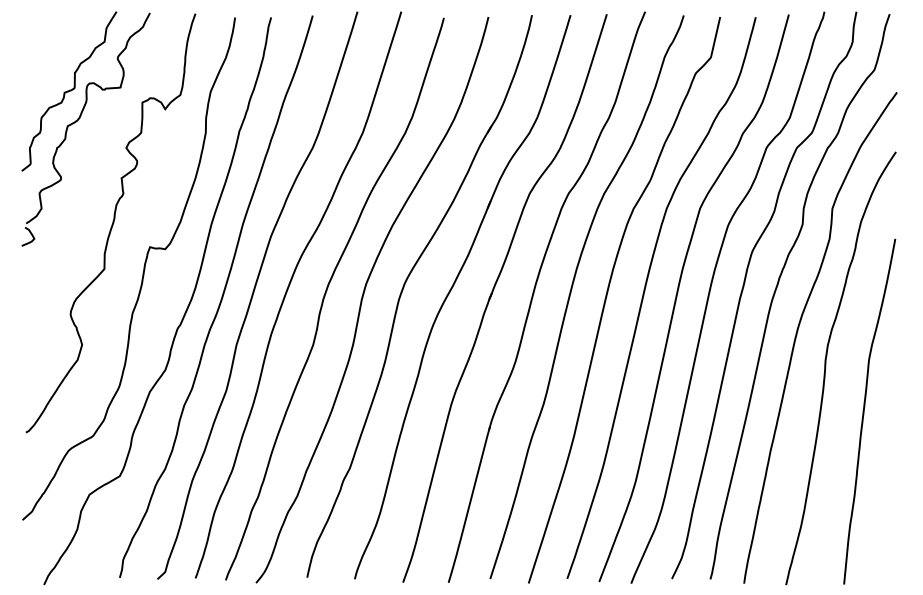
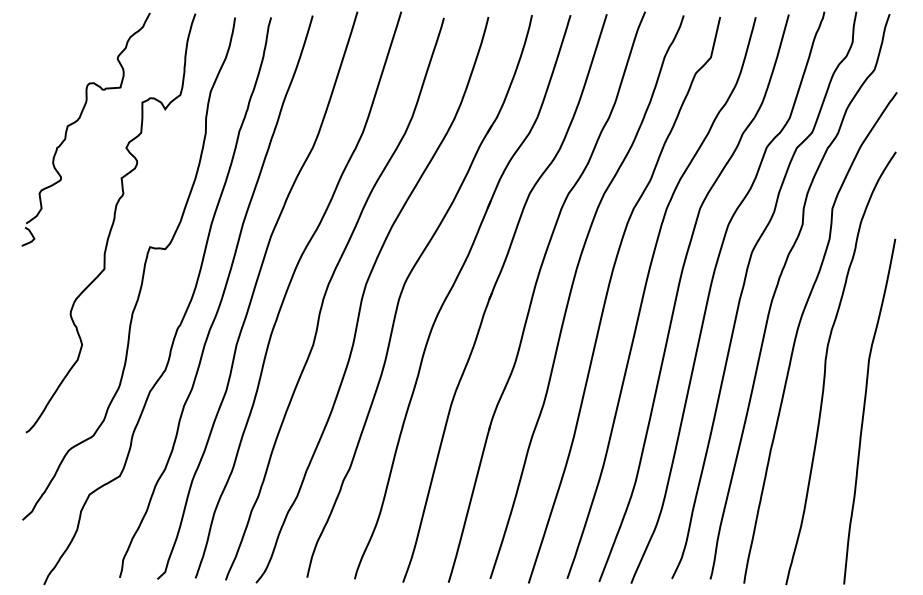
curve at (69, 91): present -> none
